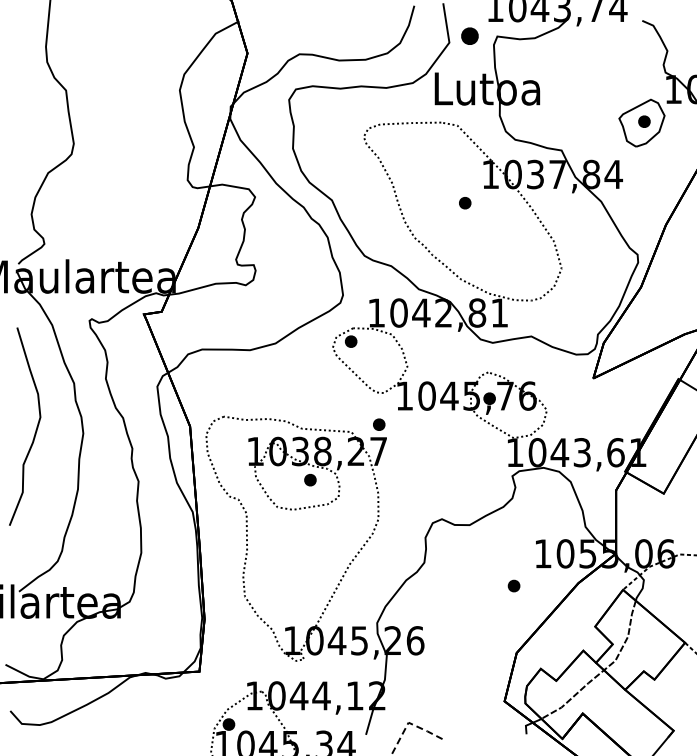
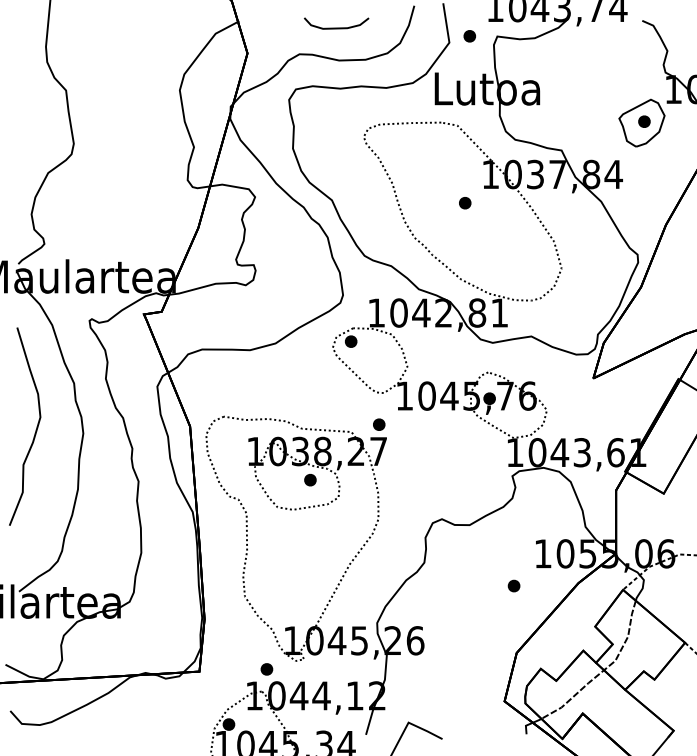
curve at (336, 27): none -> present
part at (469, 35) size: 18x18 px -> 13x13 px
part at (266, 669): none -> present
line at (408, 722): dashed -> solid
